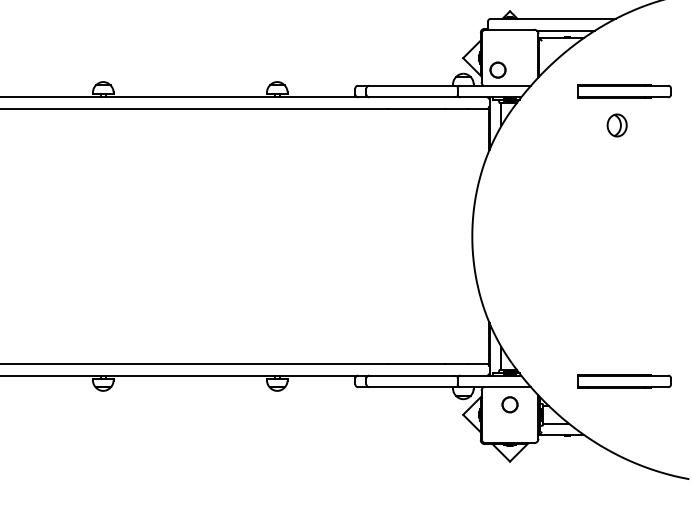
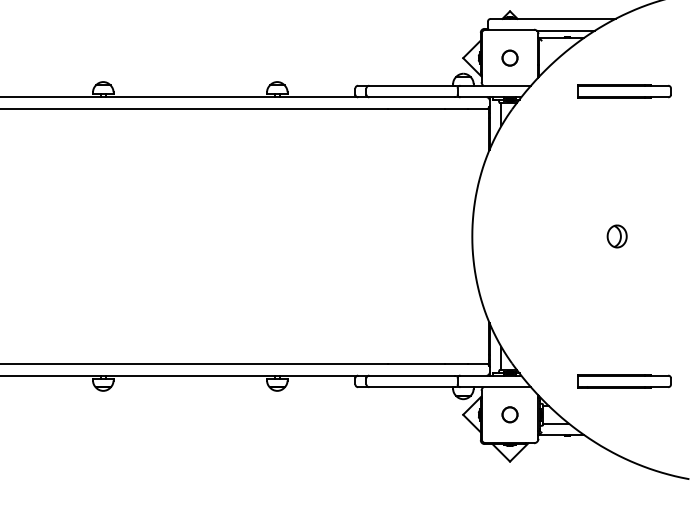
circle at (497, 69) position: (497, 69) -> (509, 57)
part at (616, 125) position: (616, 125) -> (616, 236)
circle at (509, 404) position: (509, 404) -> (509, 414)
